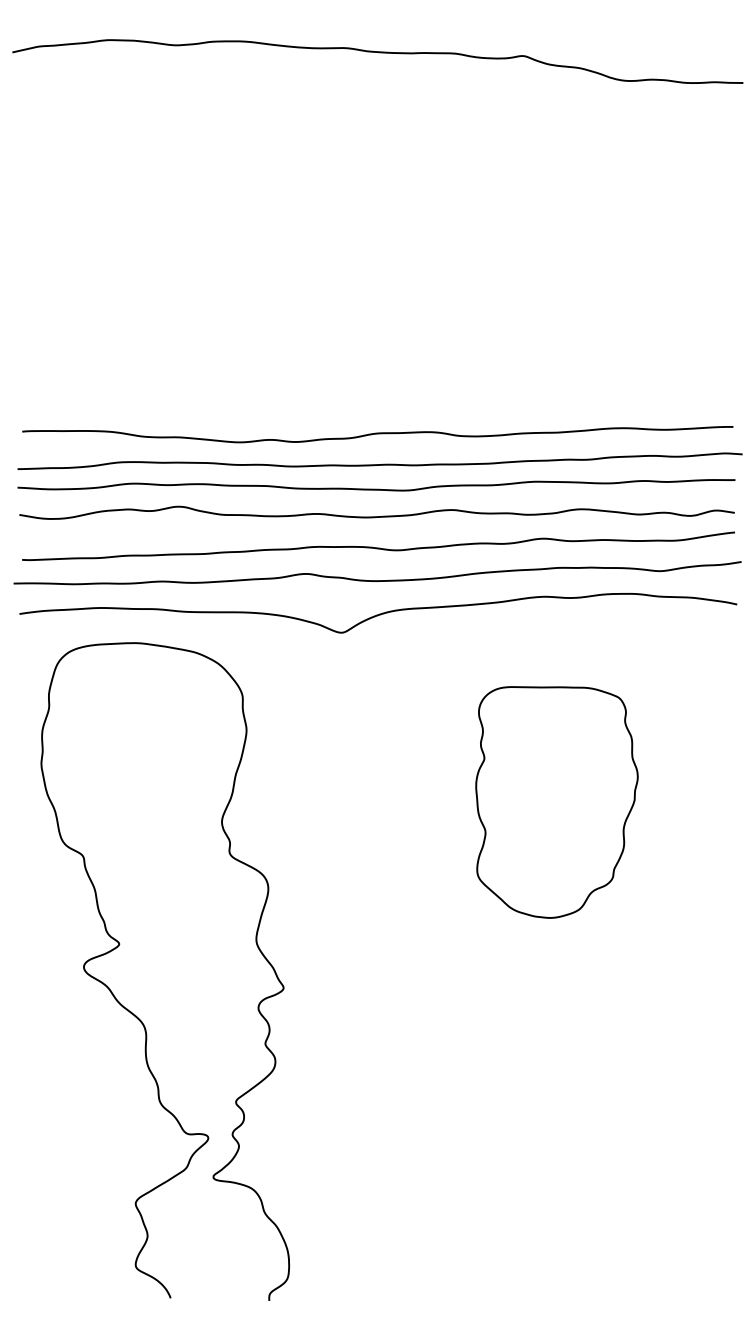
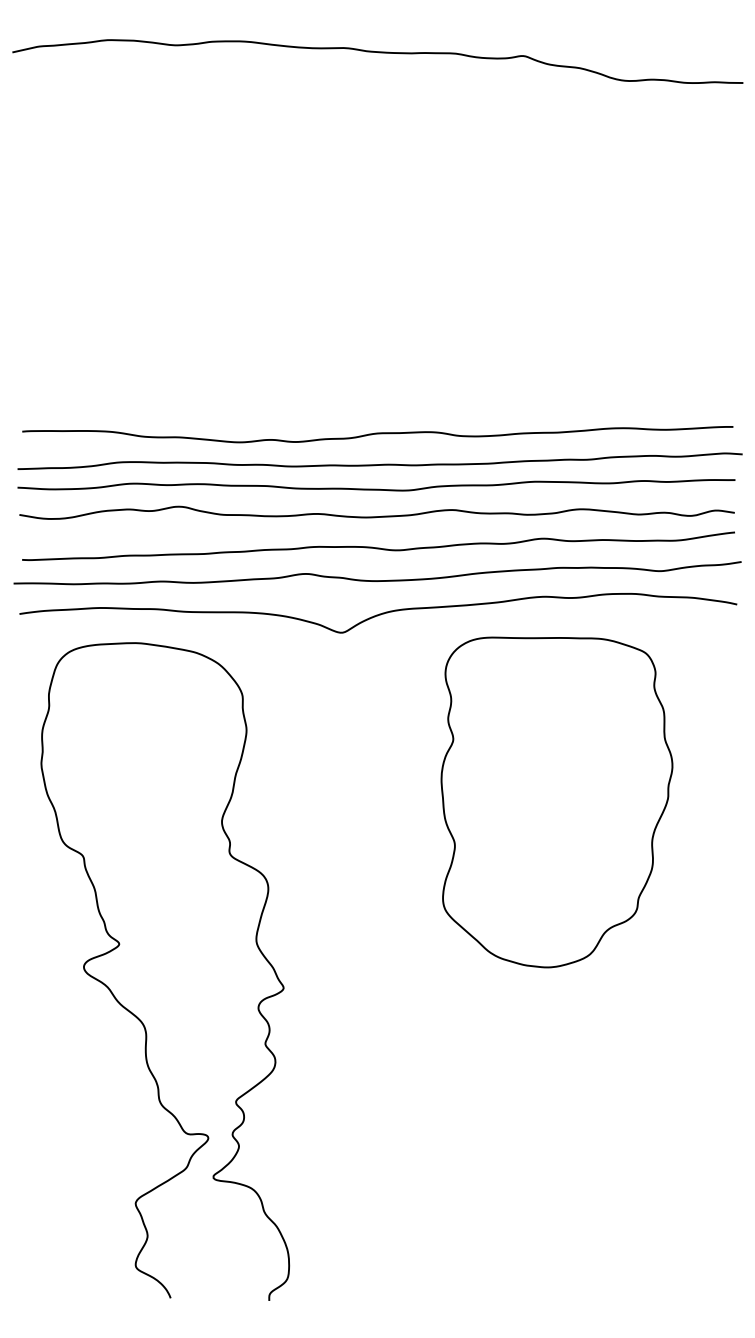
part at (556, 802) size: 164x233 px -> 234x333 px
